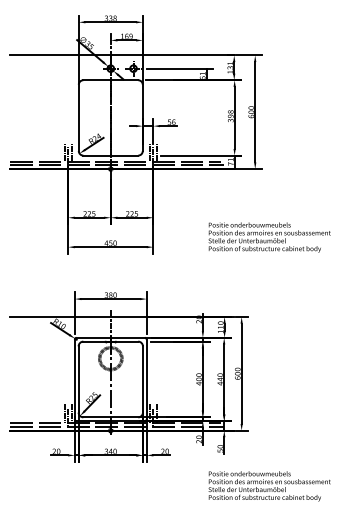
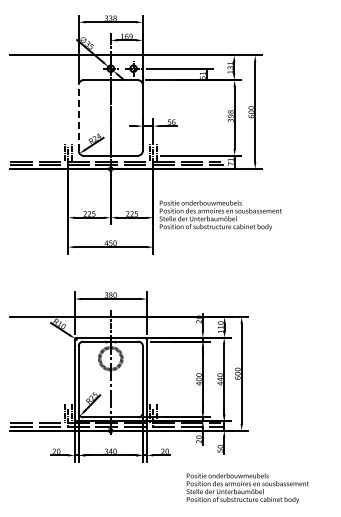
line at (78, 117): solid -> dashed
text at (269, 237) position: (269, 237) -> (220, 215)
text at (269, 486) position: (269, 486) -> (247, 488)
